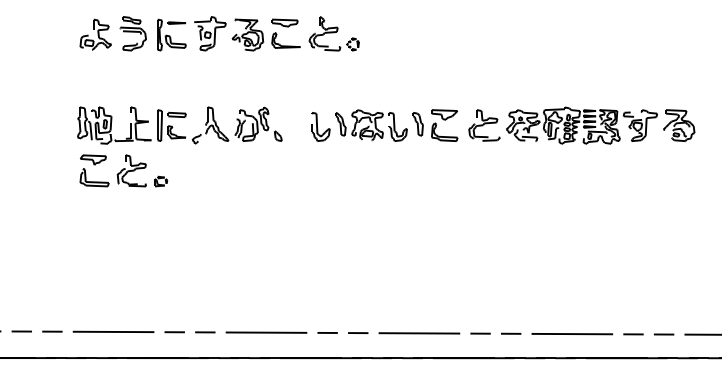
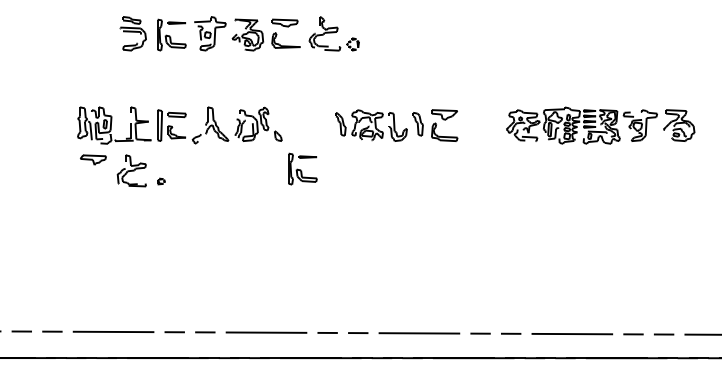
part at (95, 34): present -> none
part at (484, 125): present -> none
part at (320, 126): present -> none
part at (302, 168): none -> present
part at (94, 177): present -> none
part at (161, 181) size: 15x13 px -> 9x9 px
